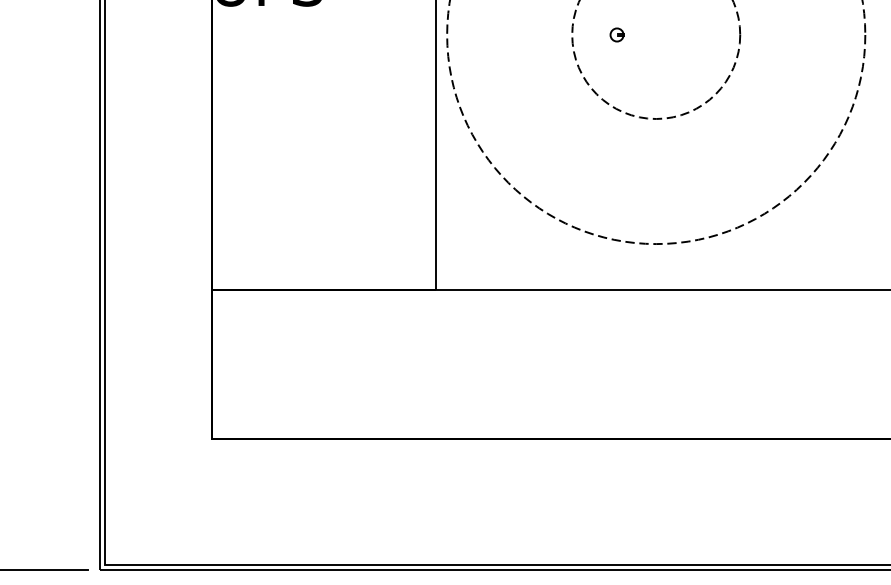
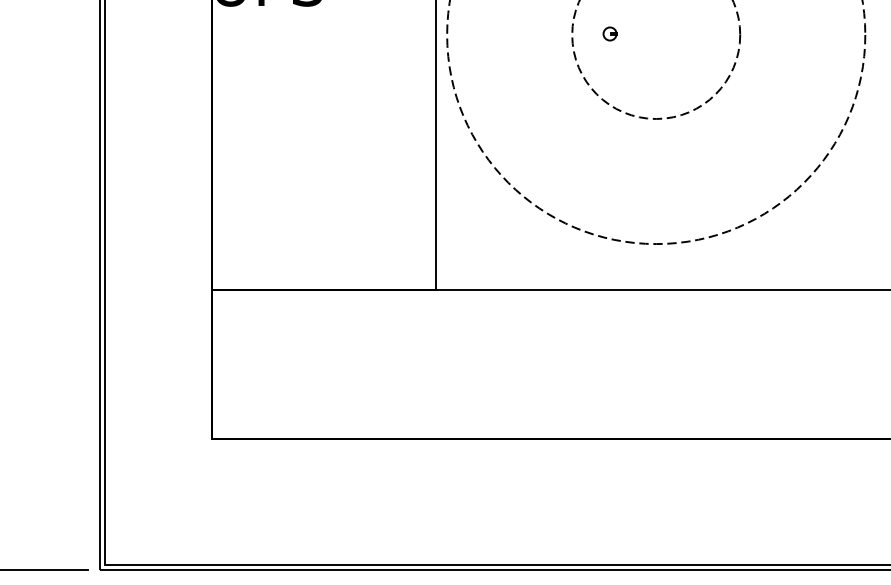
part at (616, 34) position: (616, 34) -> (609, 33)
